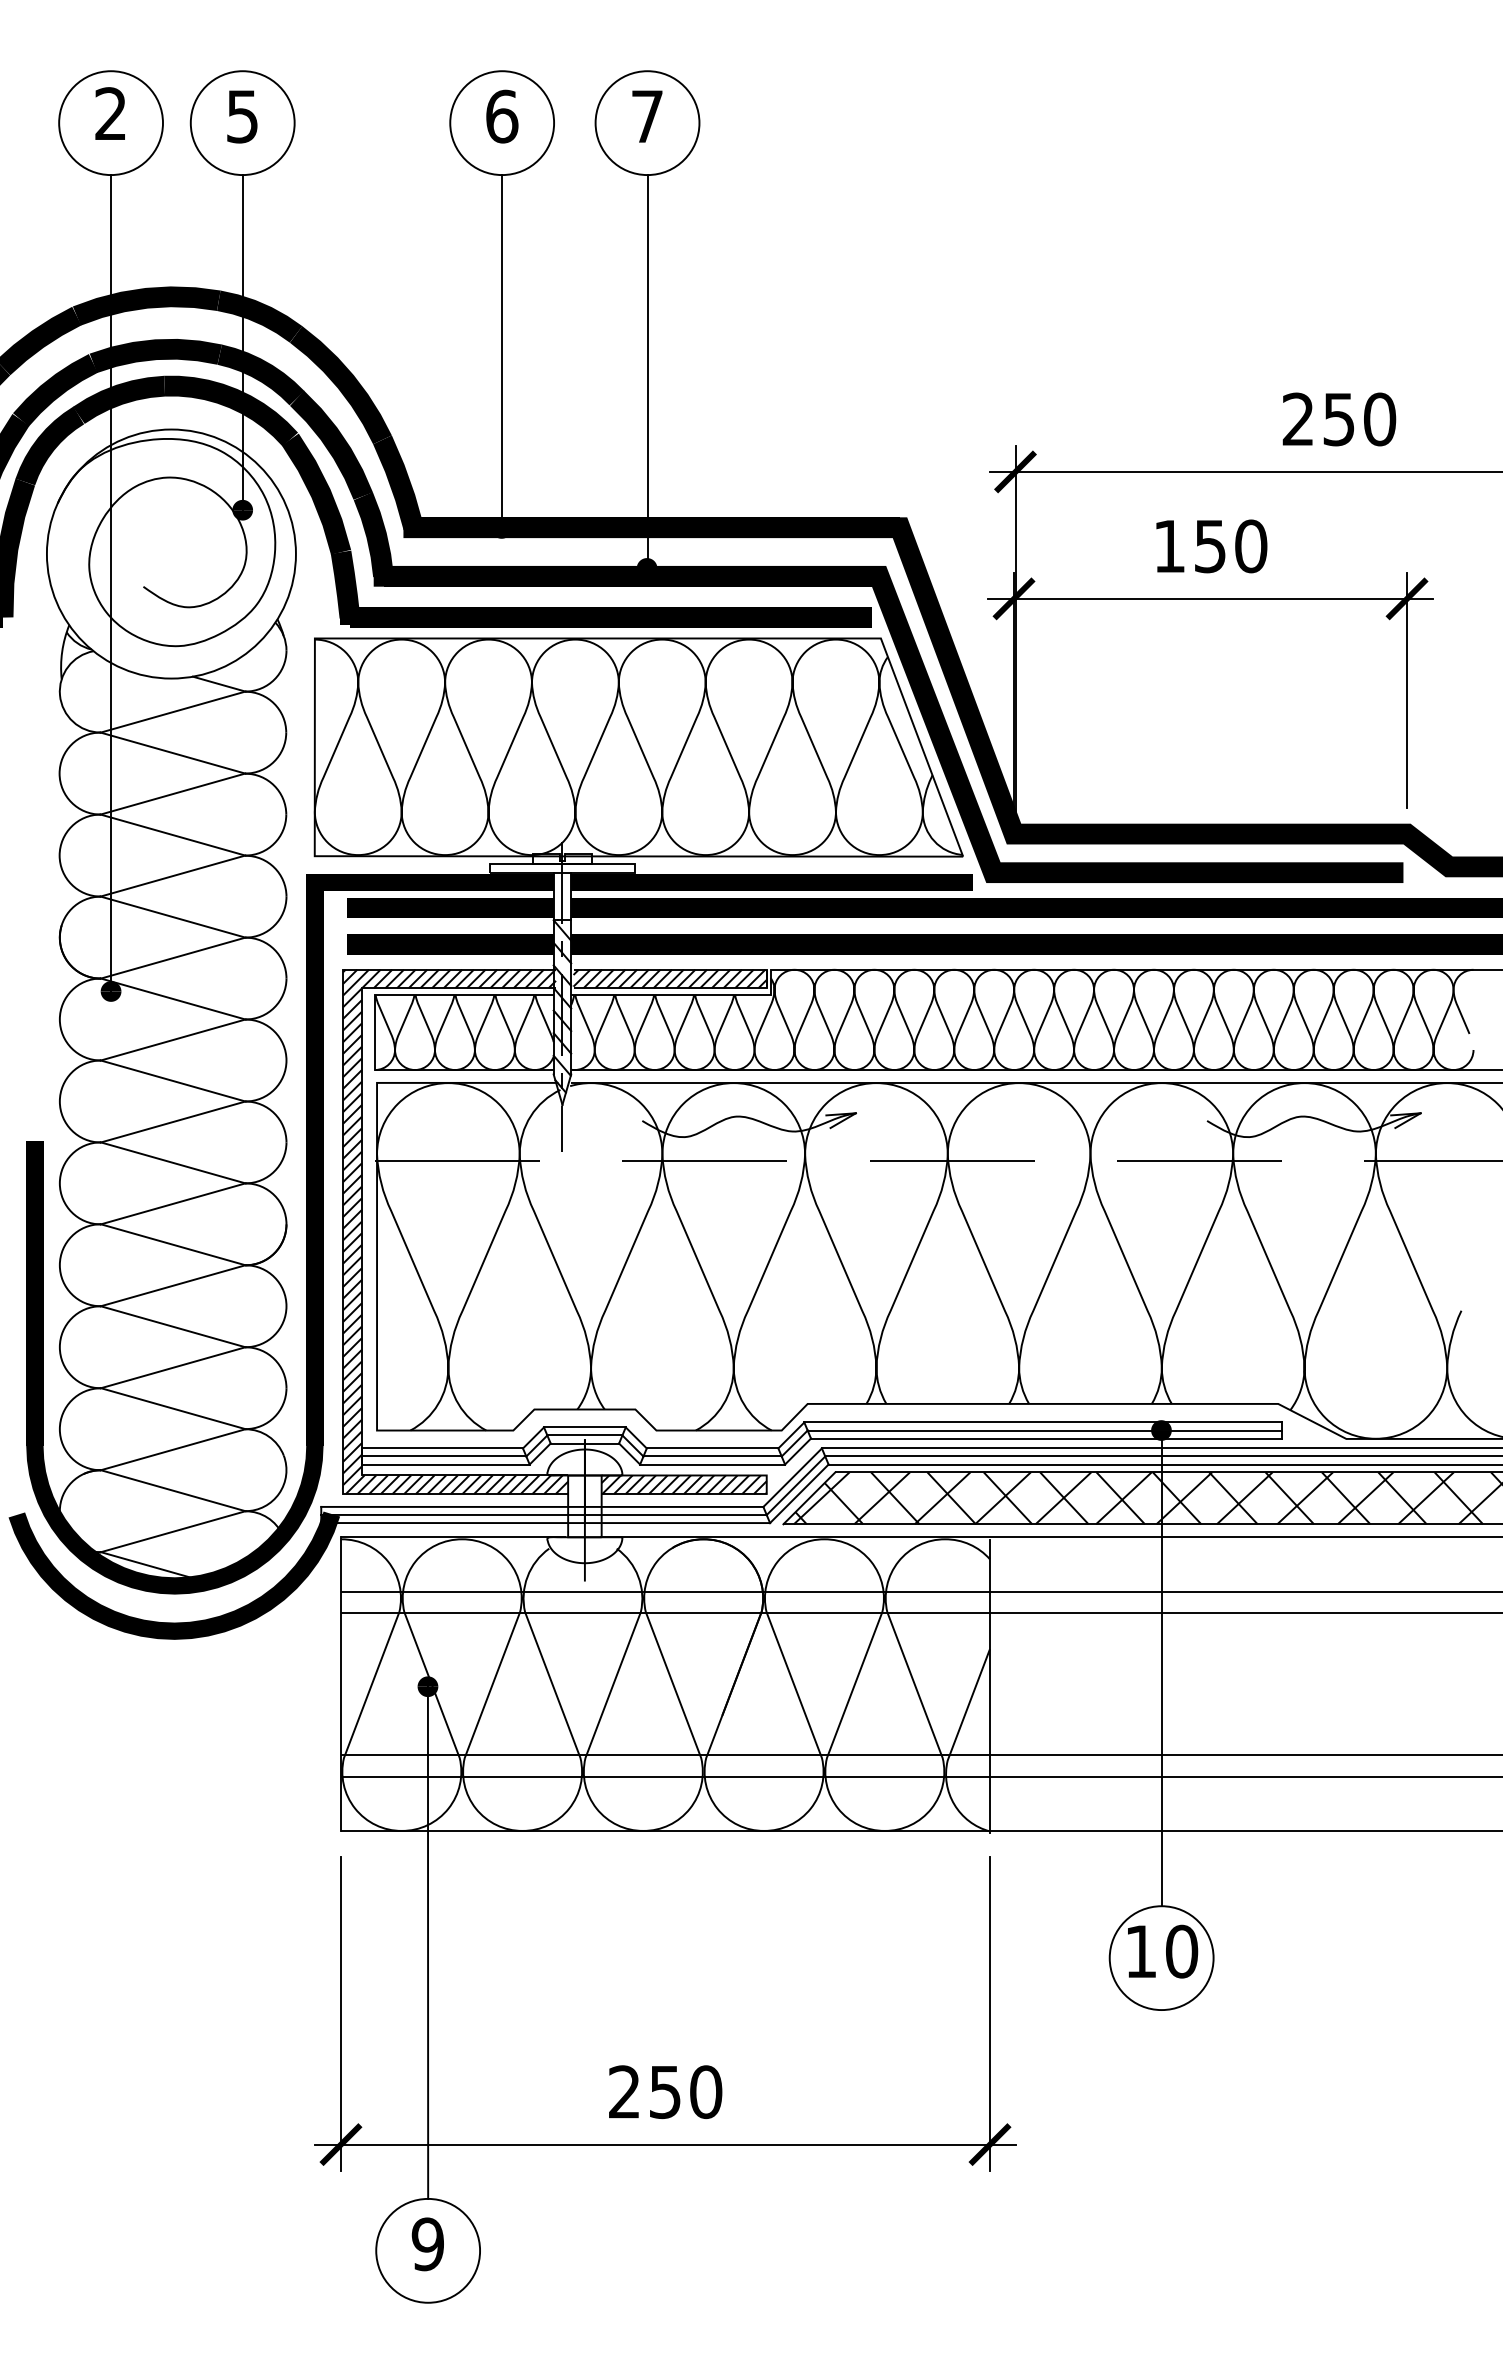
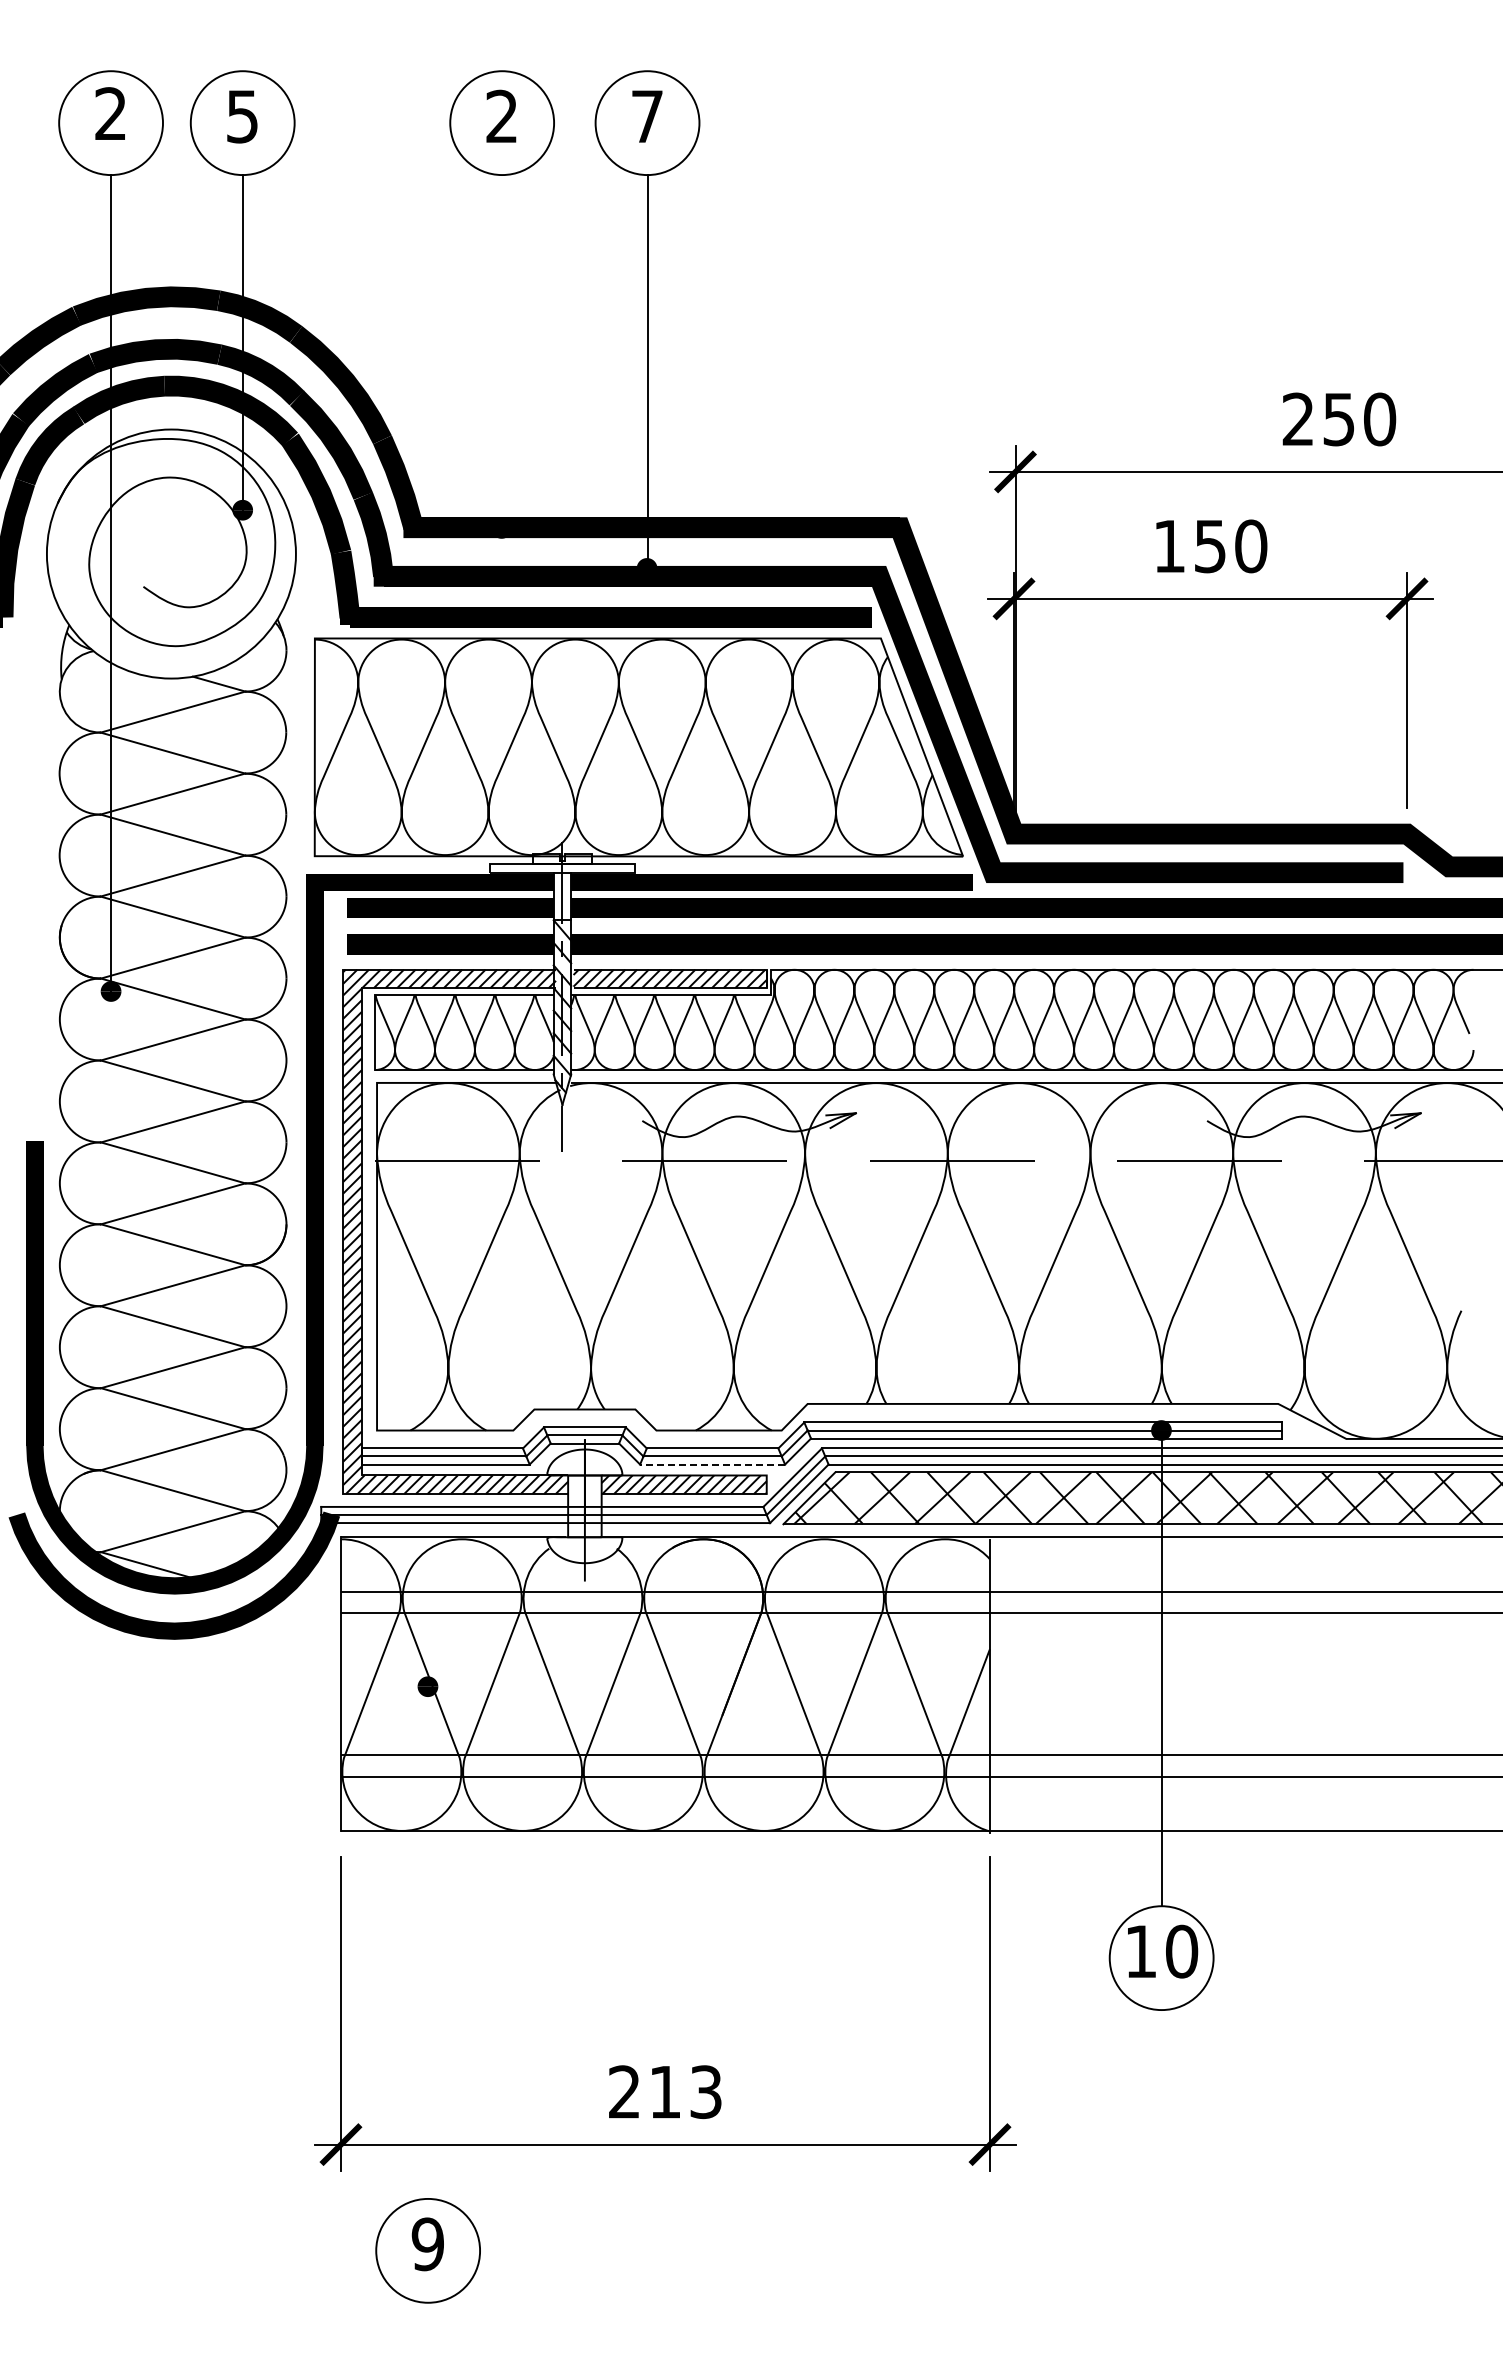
text at (502, 116): 6 -> 2
line at (502, 354): present -> none
line at (712, 1464): solid -> dashed
line at (427, 1942): present -> none
text at (686, 2092): 250 -> 213
